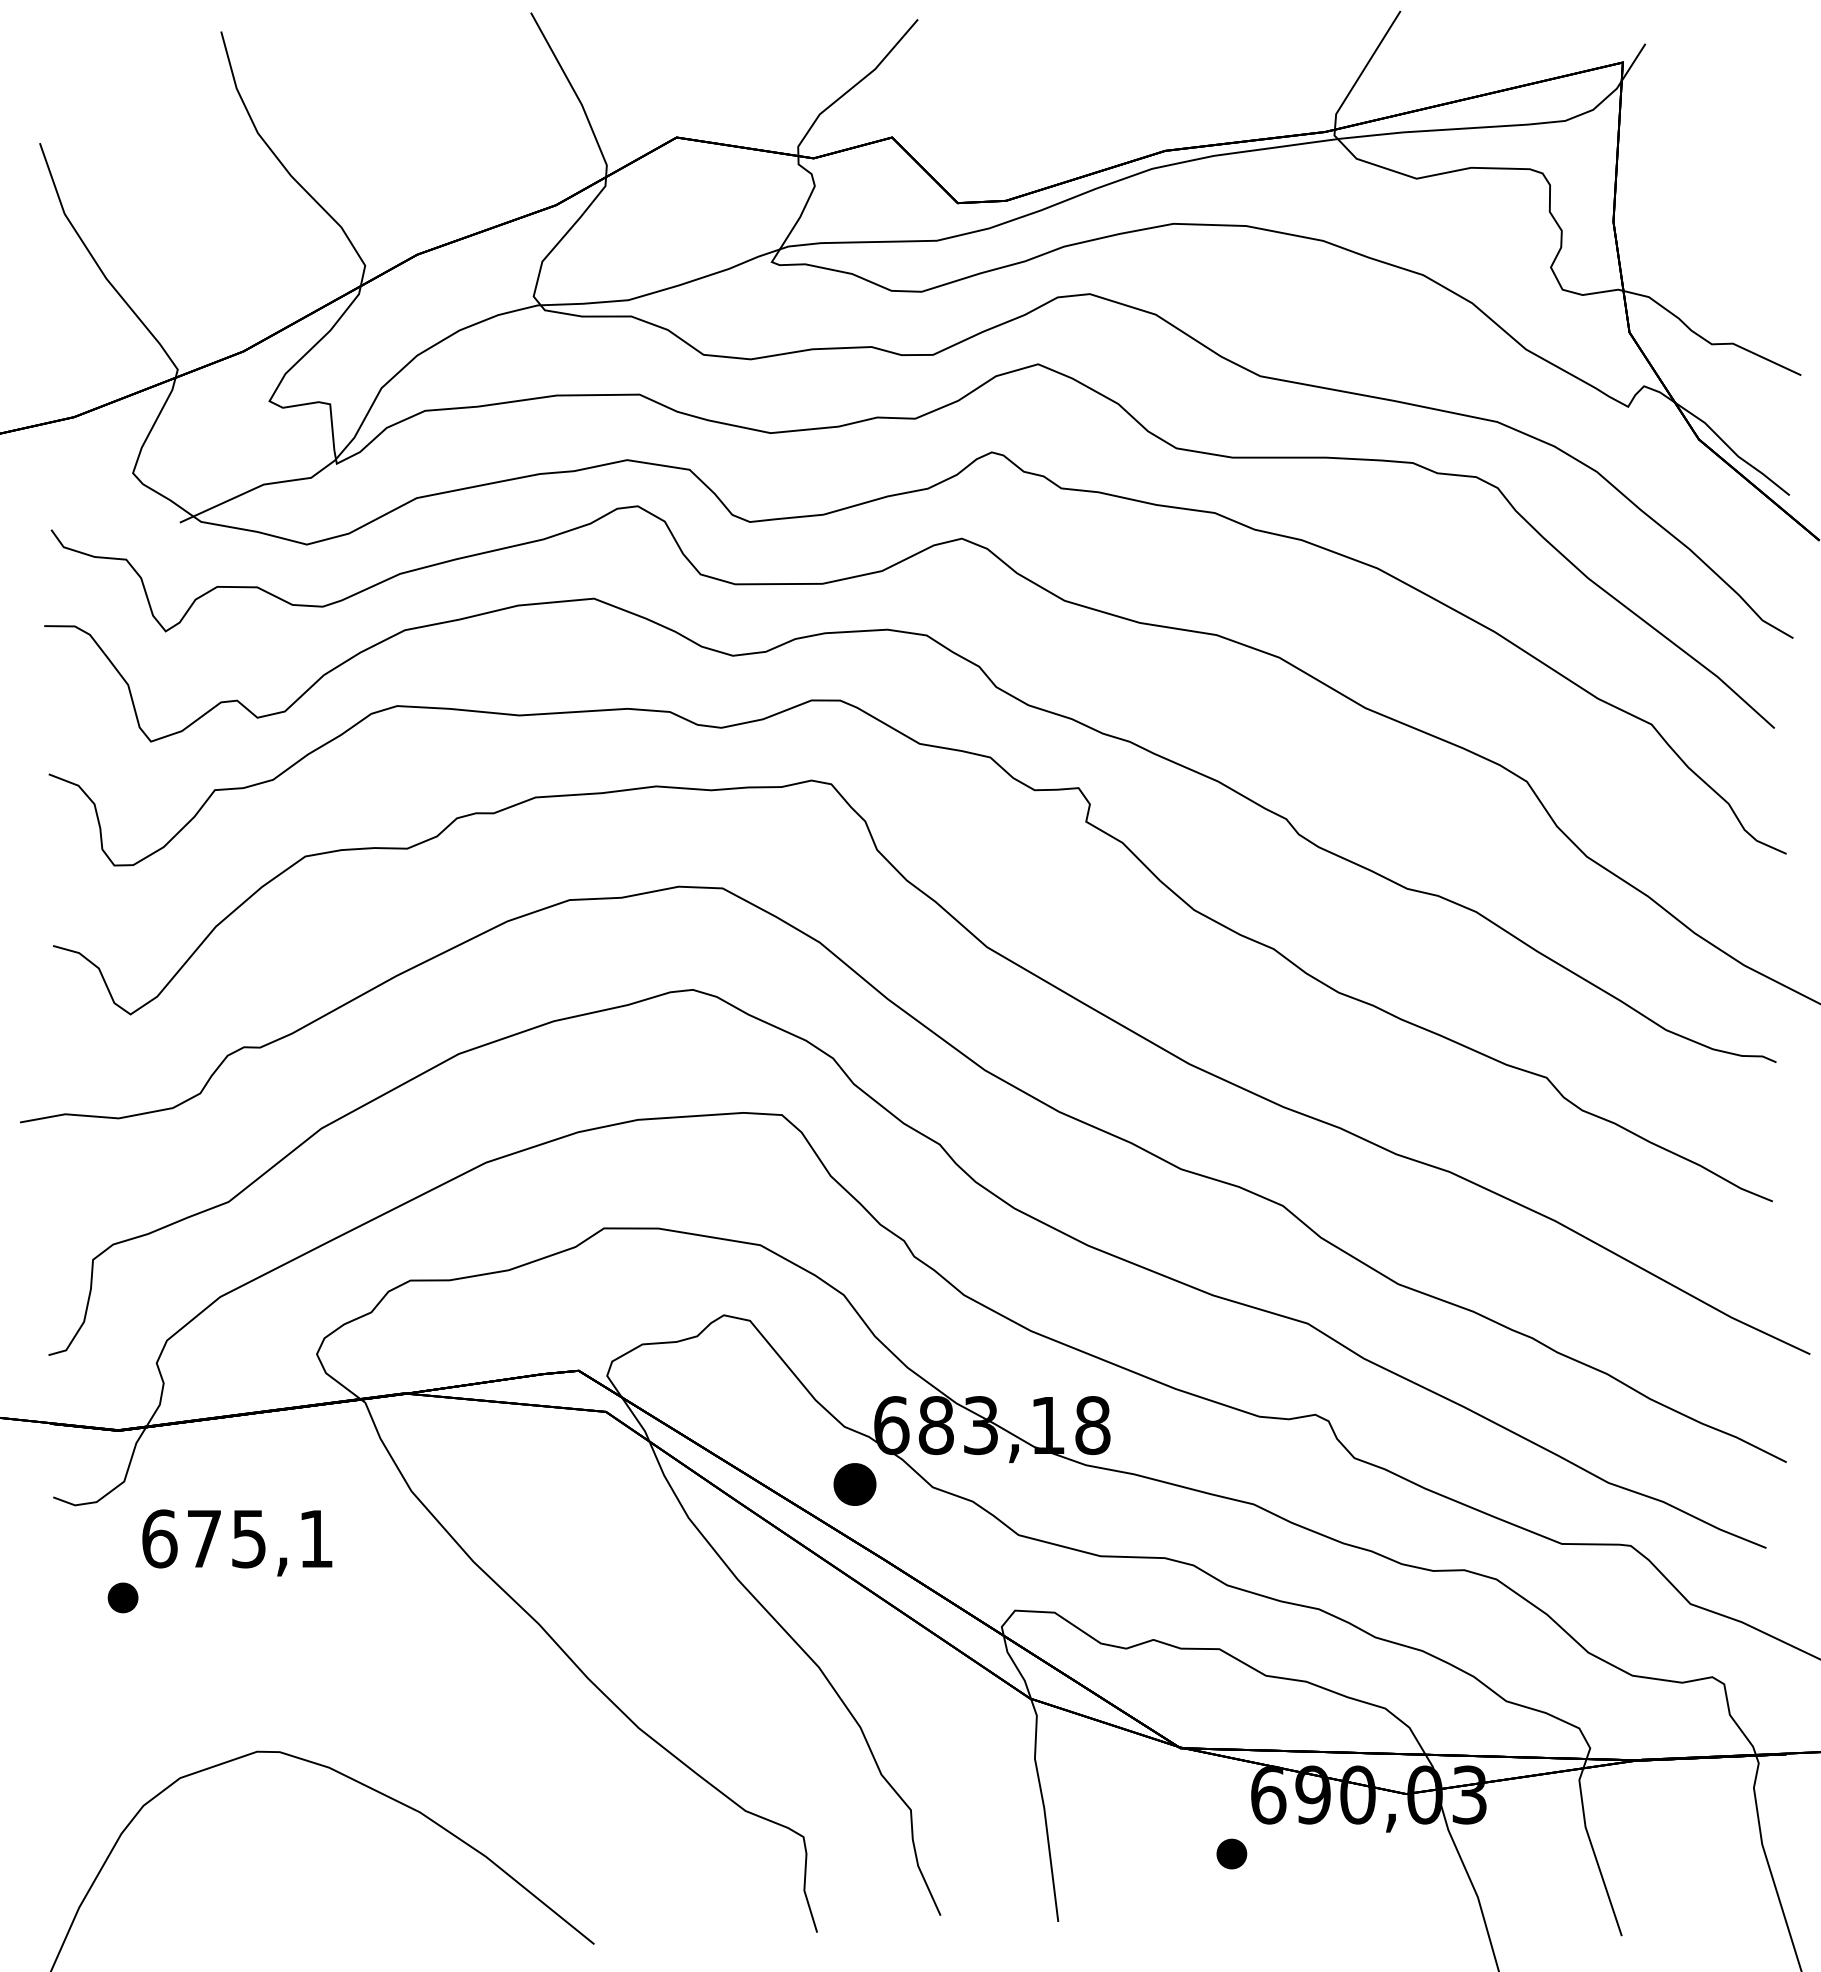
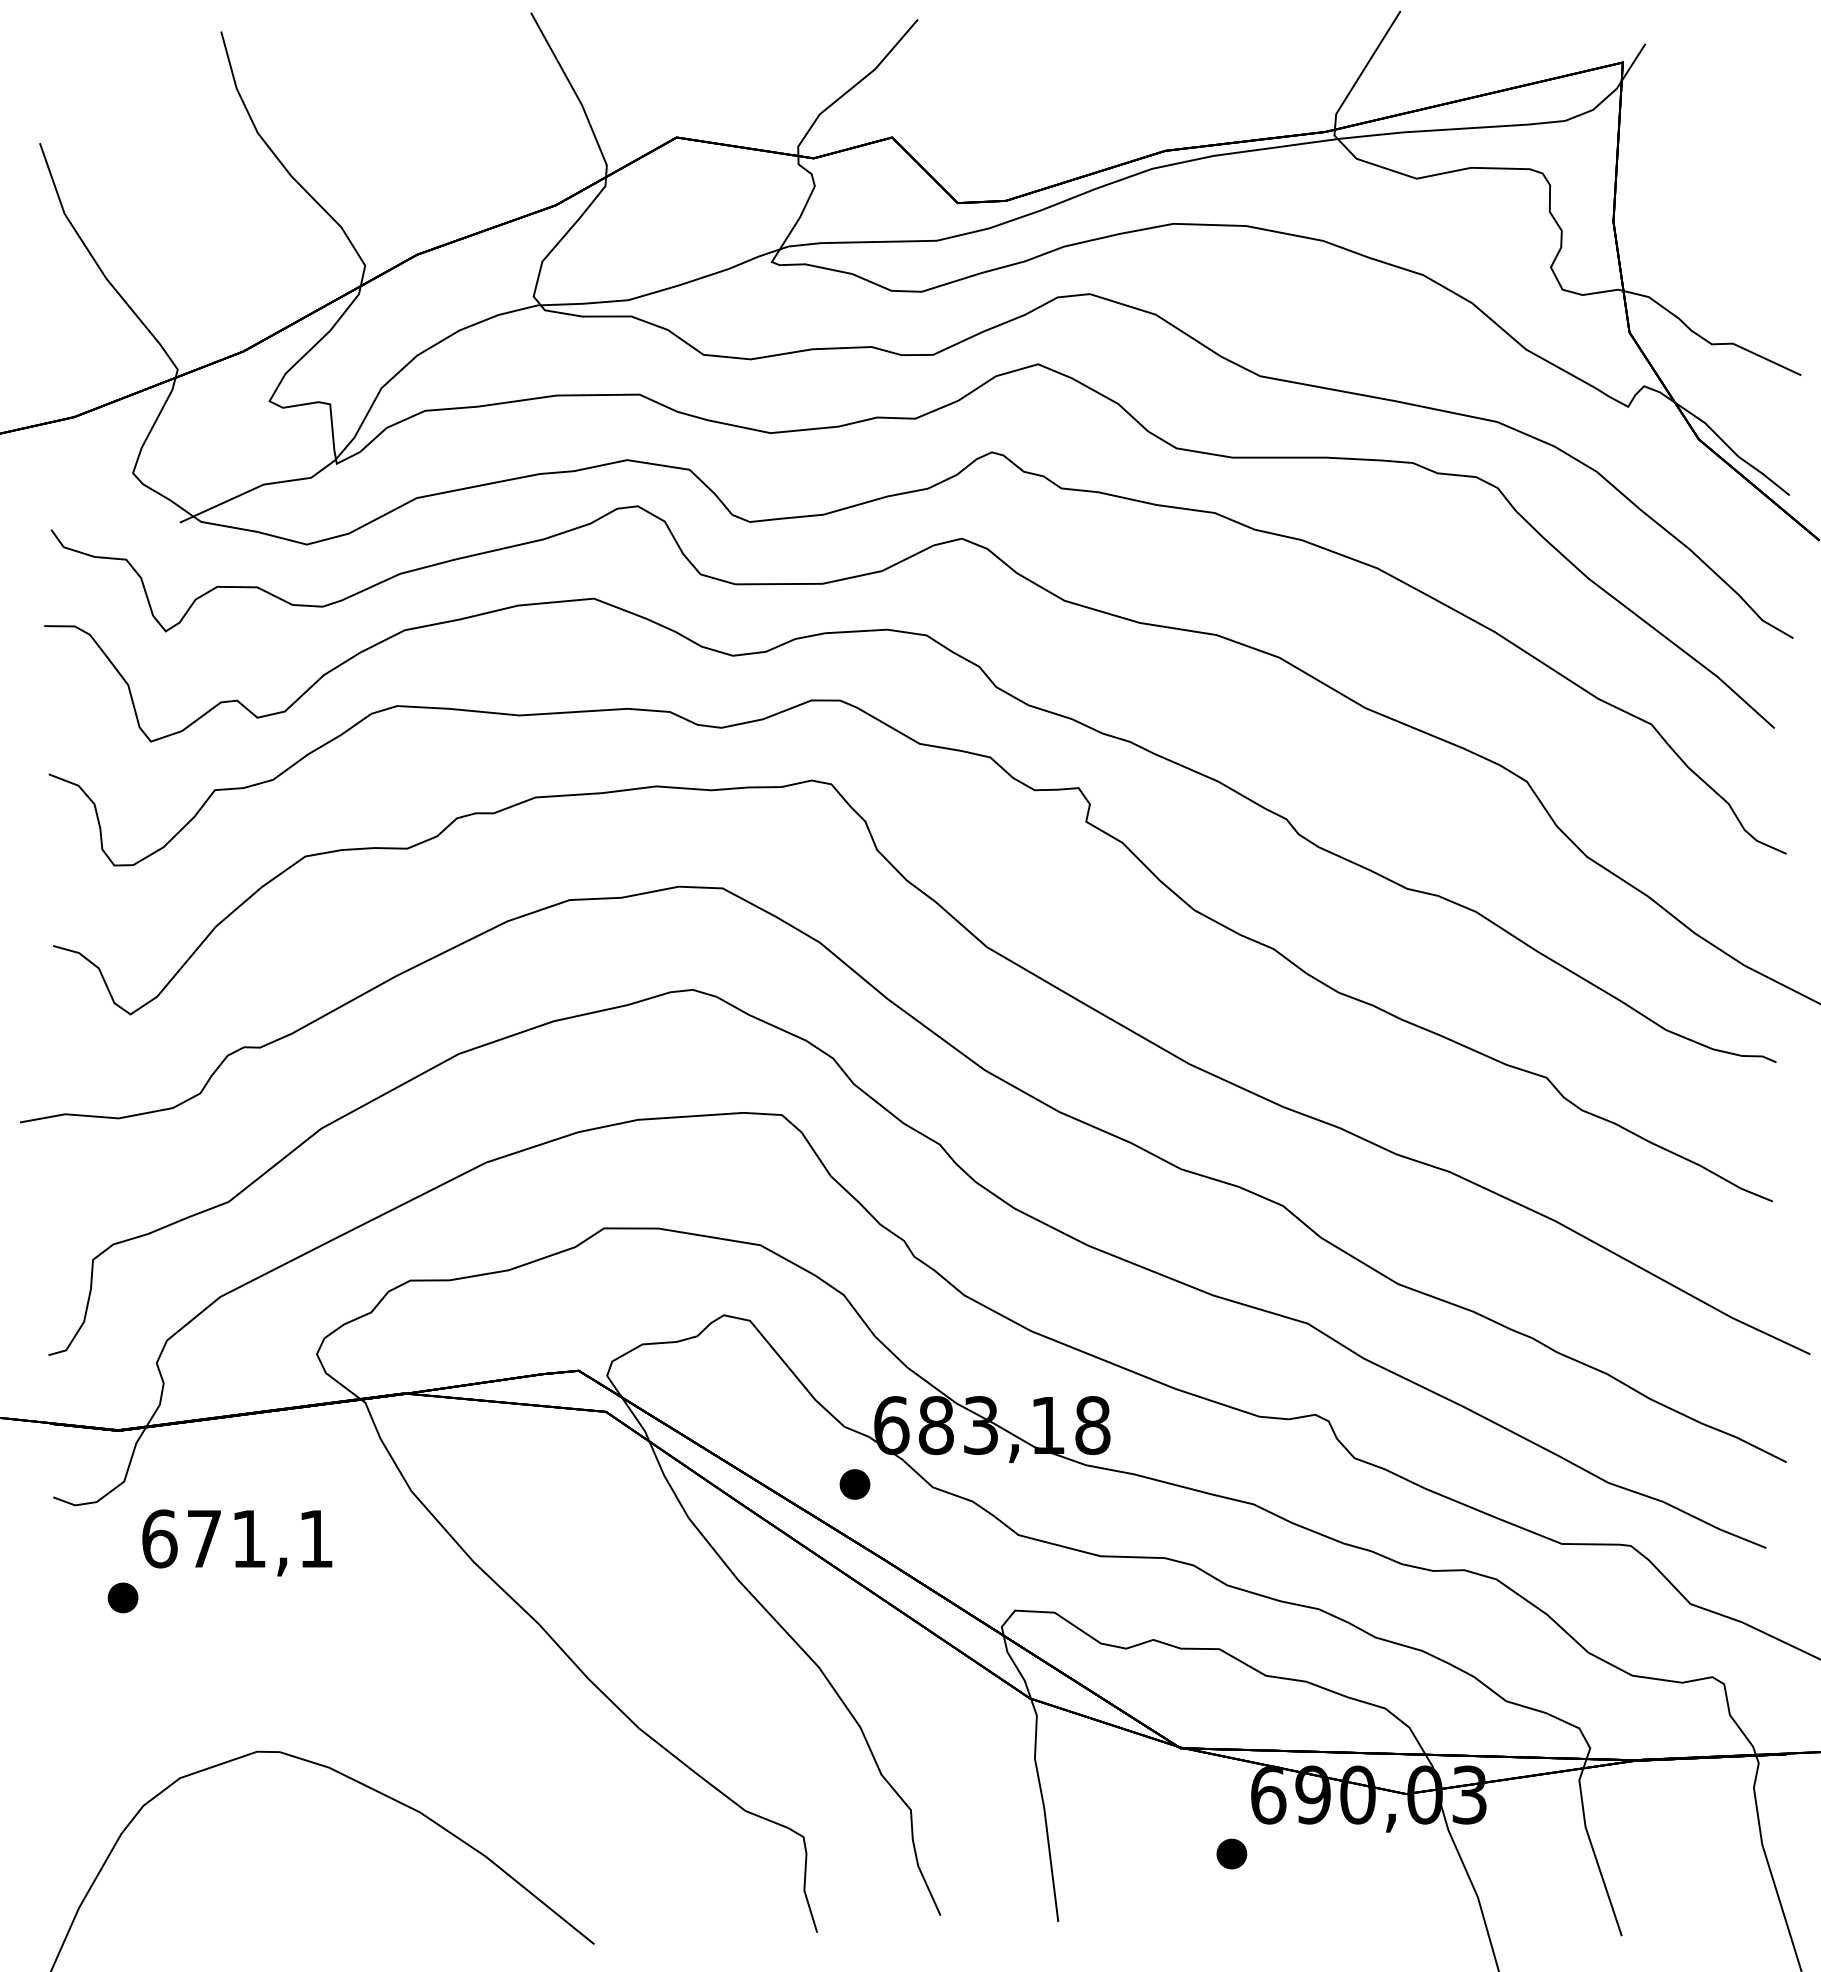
part at (854, 1484) size: 44x43 px -> 32x31 px
text at (248, 1539): 675,1 -> 671,1
